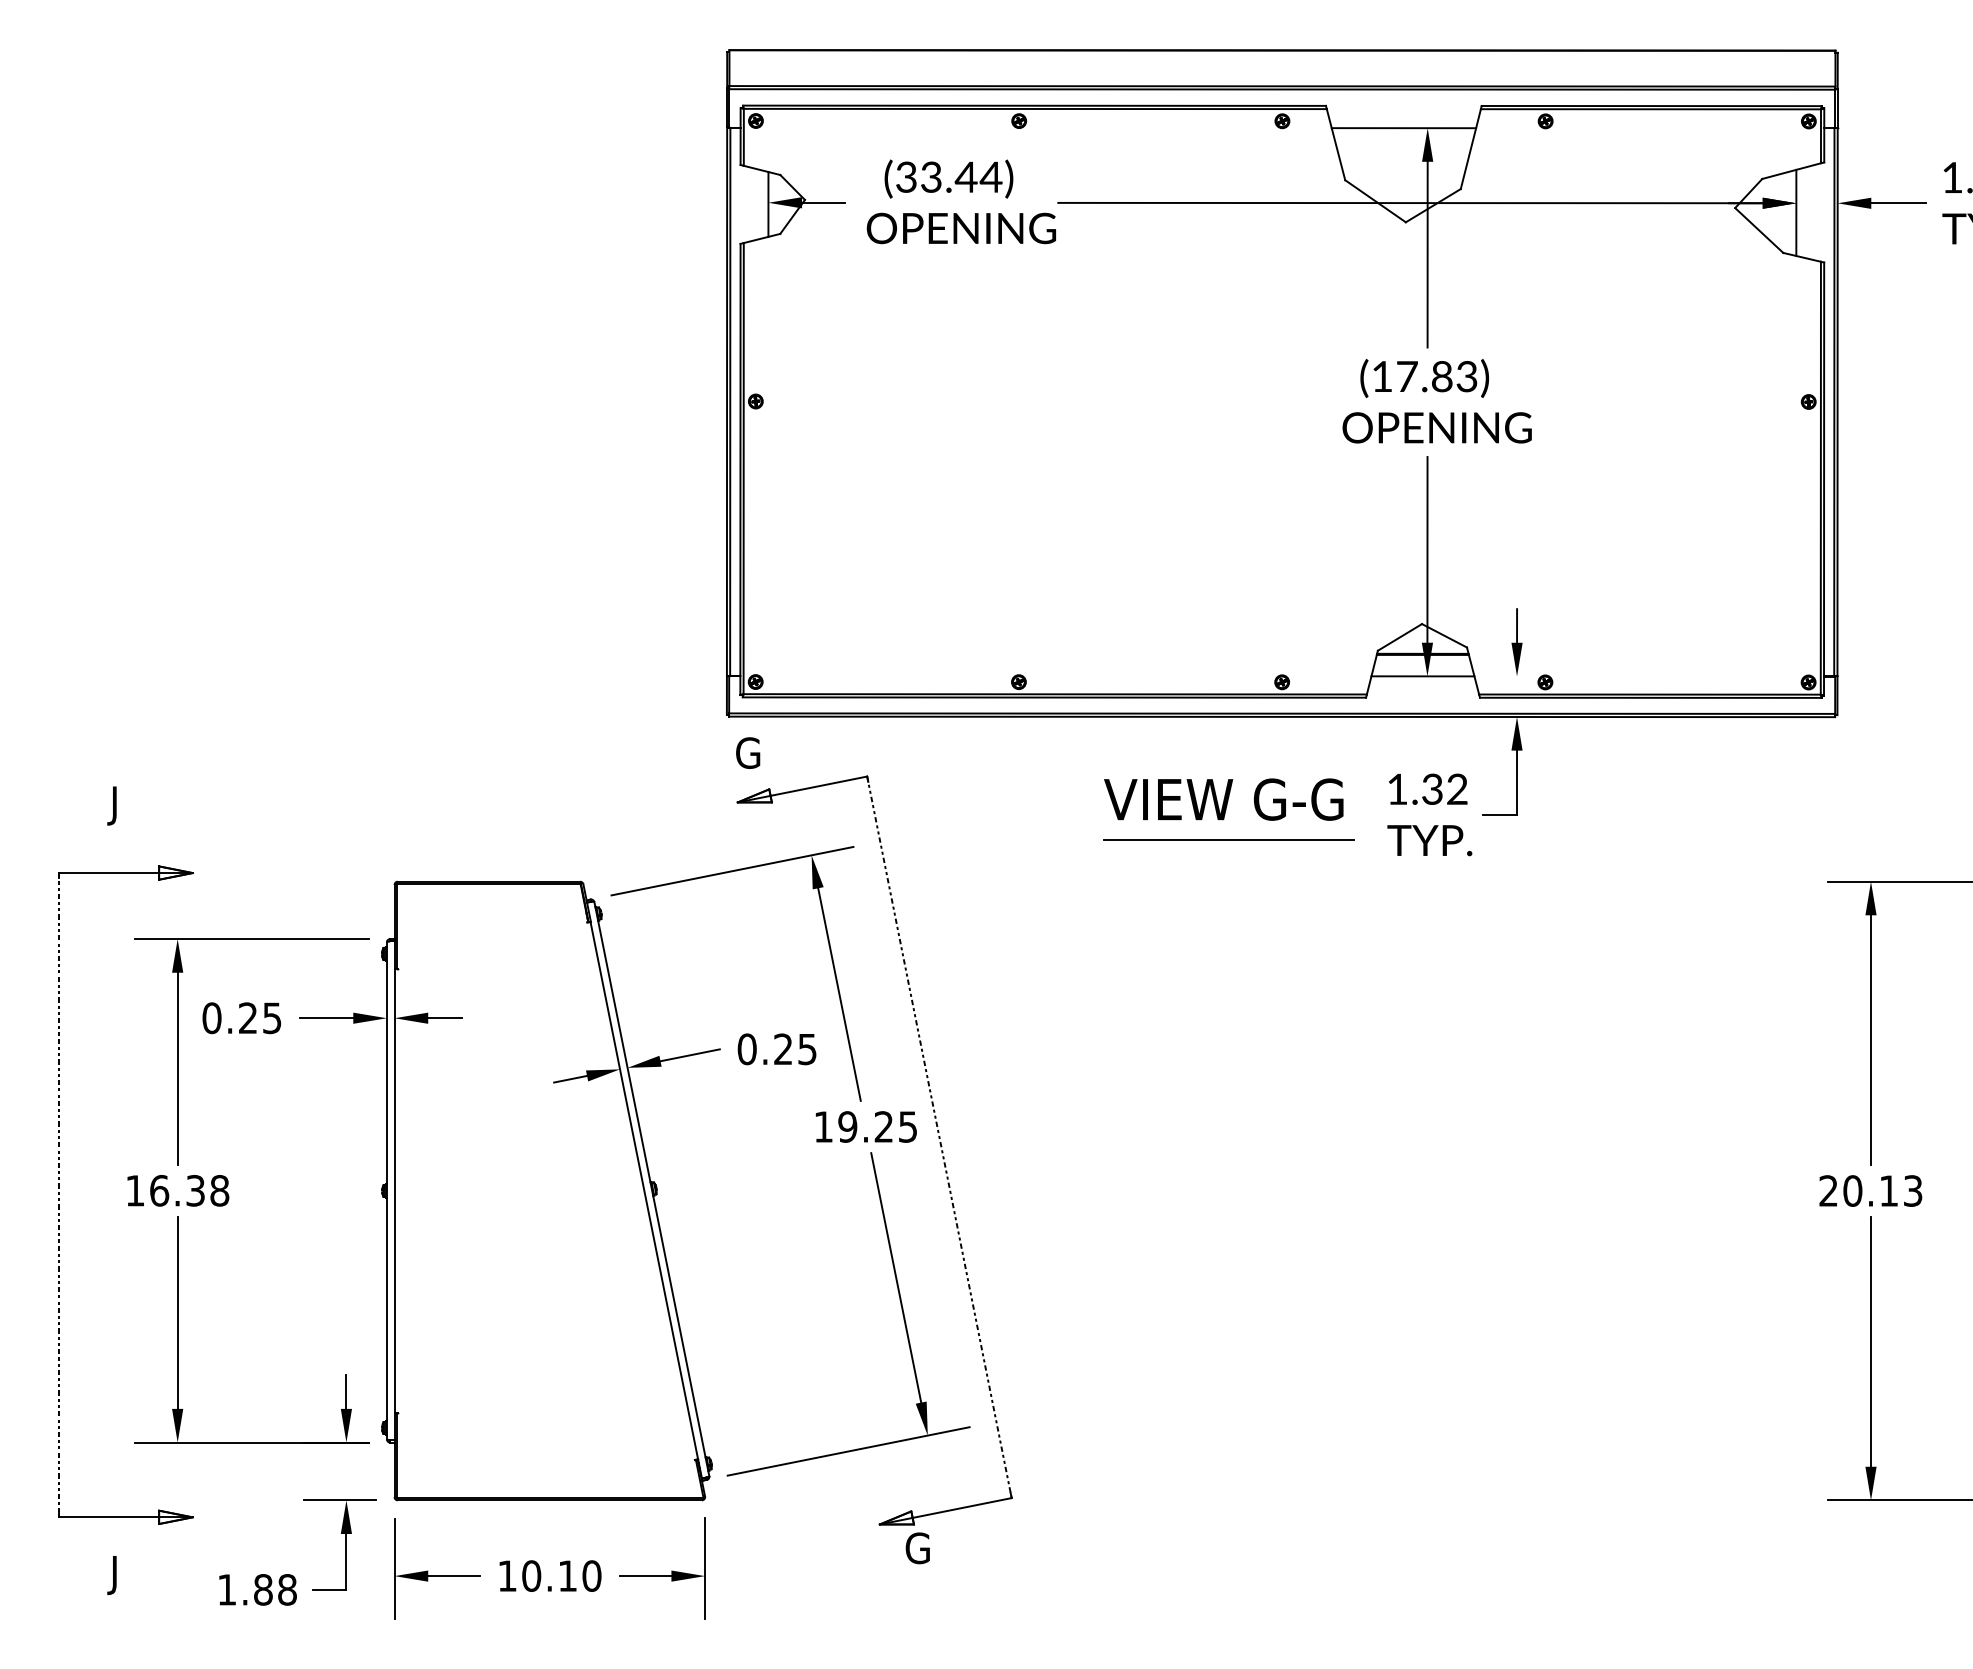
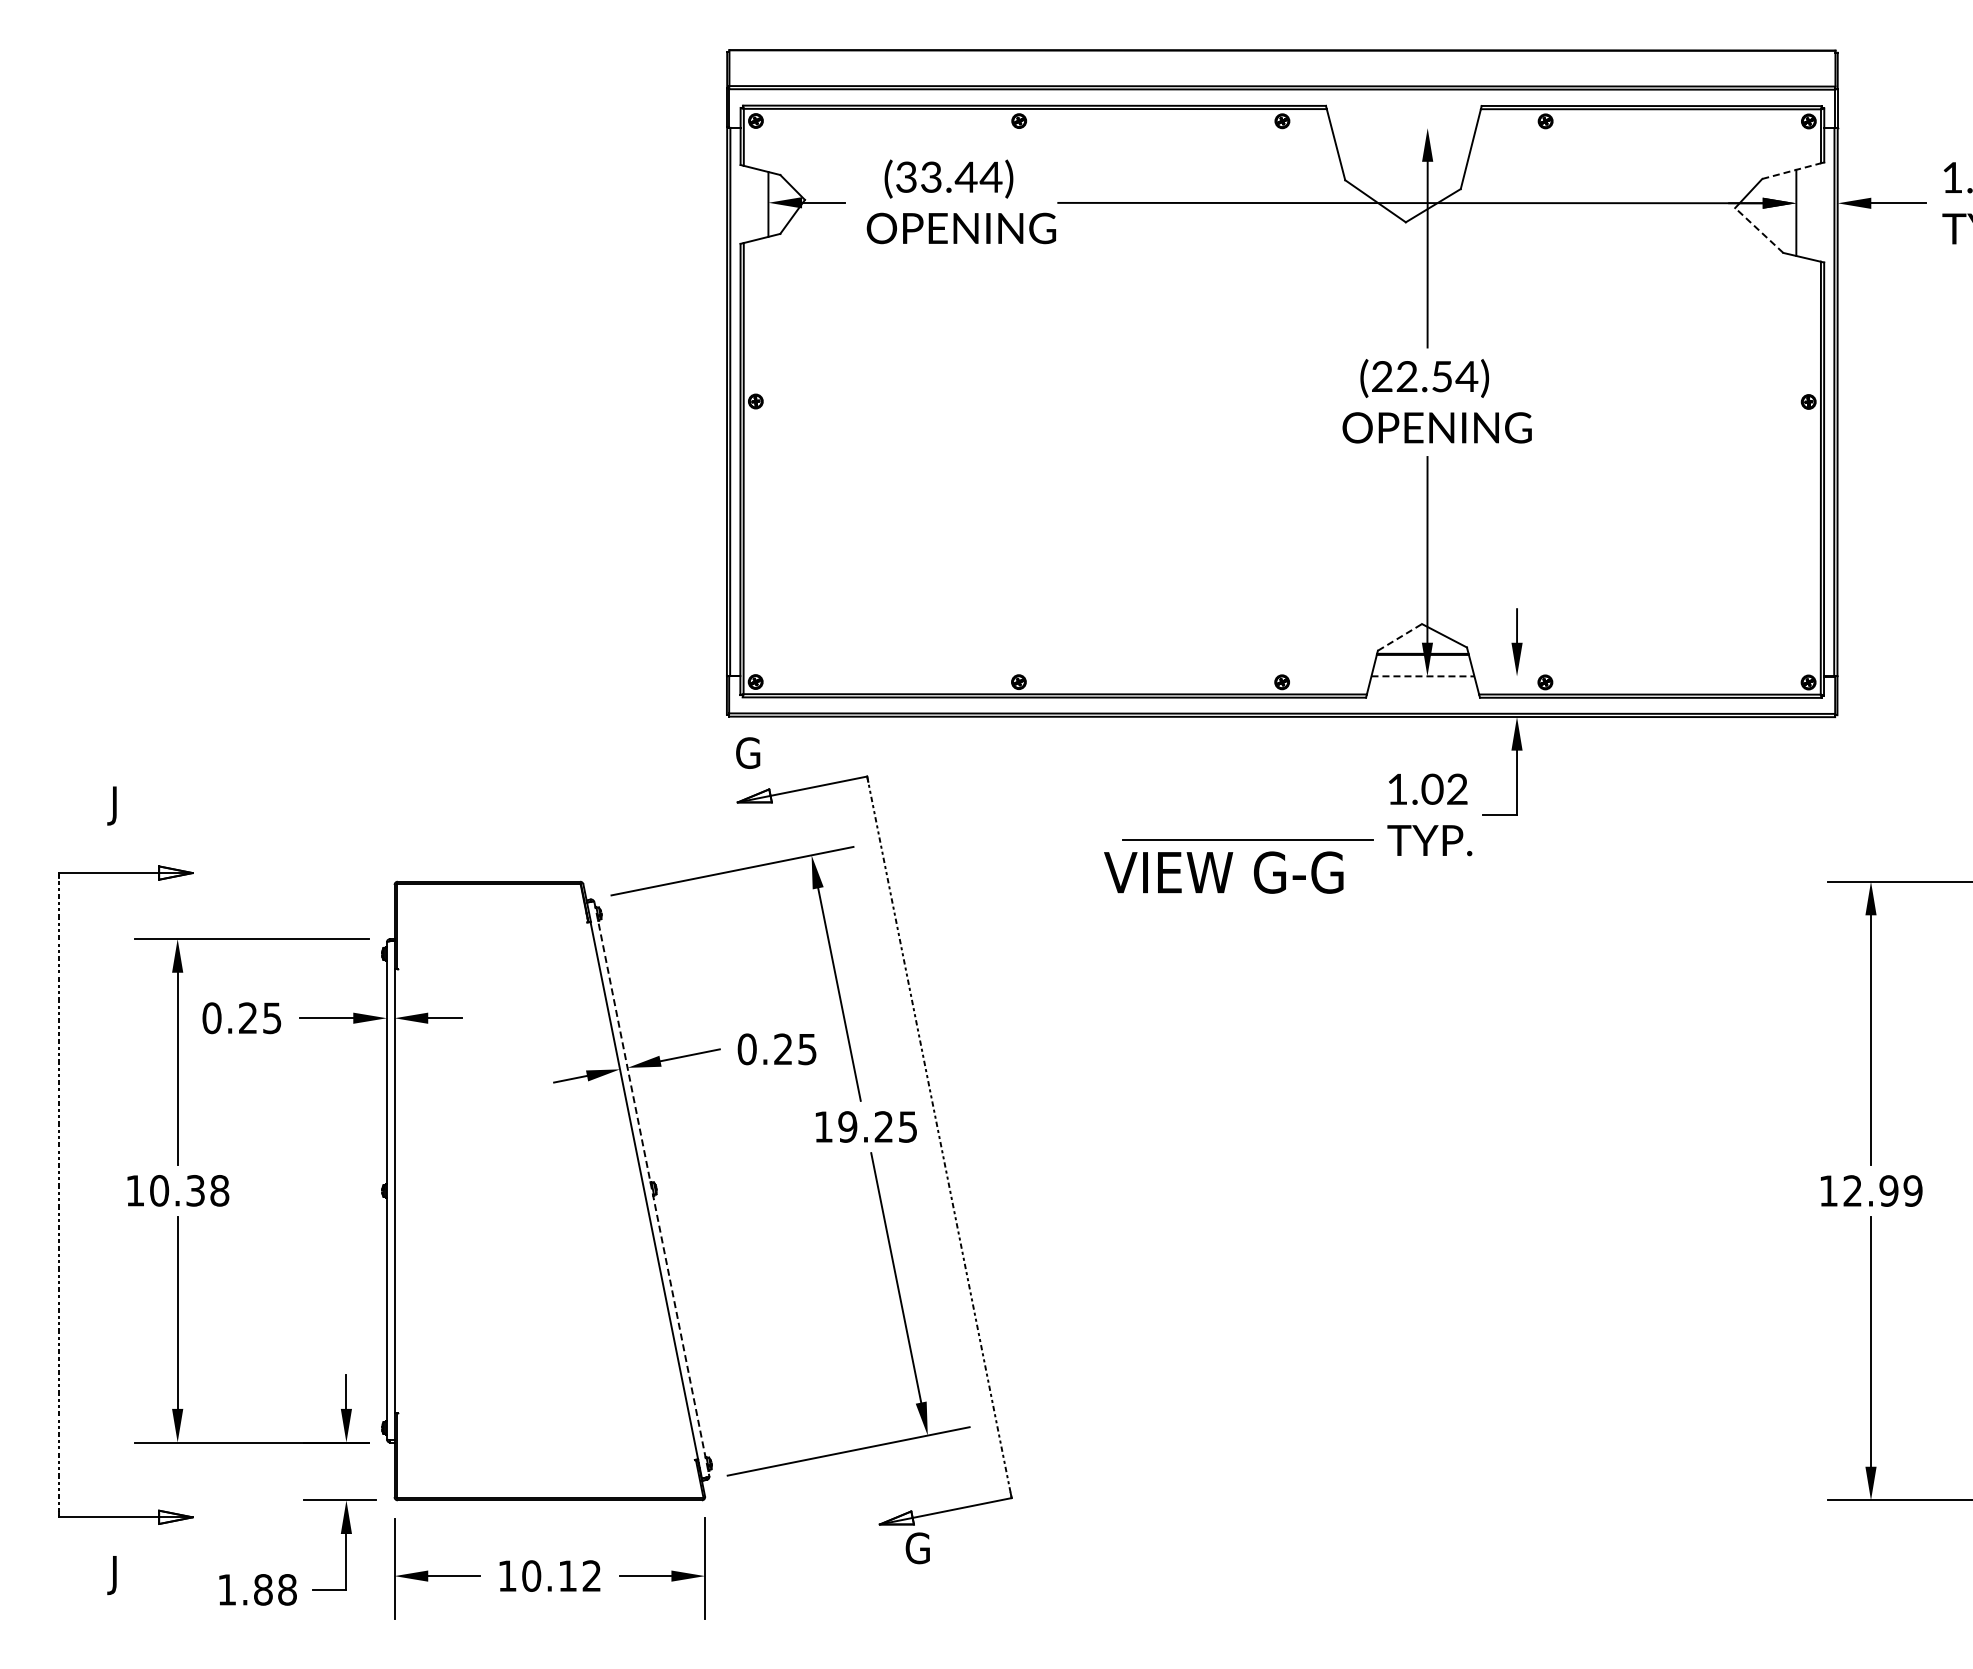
line at (1403, 128): present -> none
line at (1792, 171): solid -> dashed
line at (1759, 230): solid -> dashed
text at (1425, 376): (17.83) -> (22.54)
line at (1399, 637): solid -> dashed
line at (1423, 676): solid -> dashed
text at (1432, 789): 1.32 -> 1.02
text at (1223, 799) position: (1223, 799) -> (1223, 872)
line at (1228, 839) position: (1228, 839) -> (1247, 839)
line at (651, 1189): solid -> dashed
text at (159, 1190): 16.38 -> 10.38
text at (1870, 1190): 20.13 -> 12.99
text at (591, 1575): 10.10 -> 10.12
